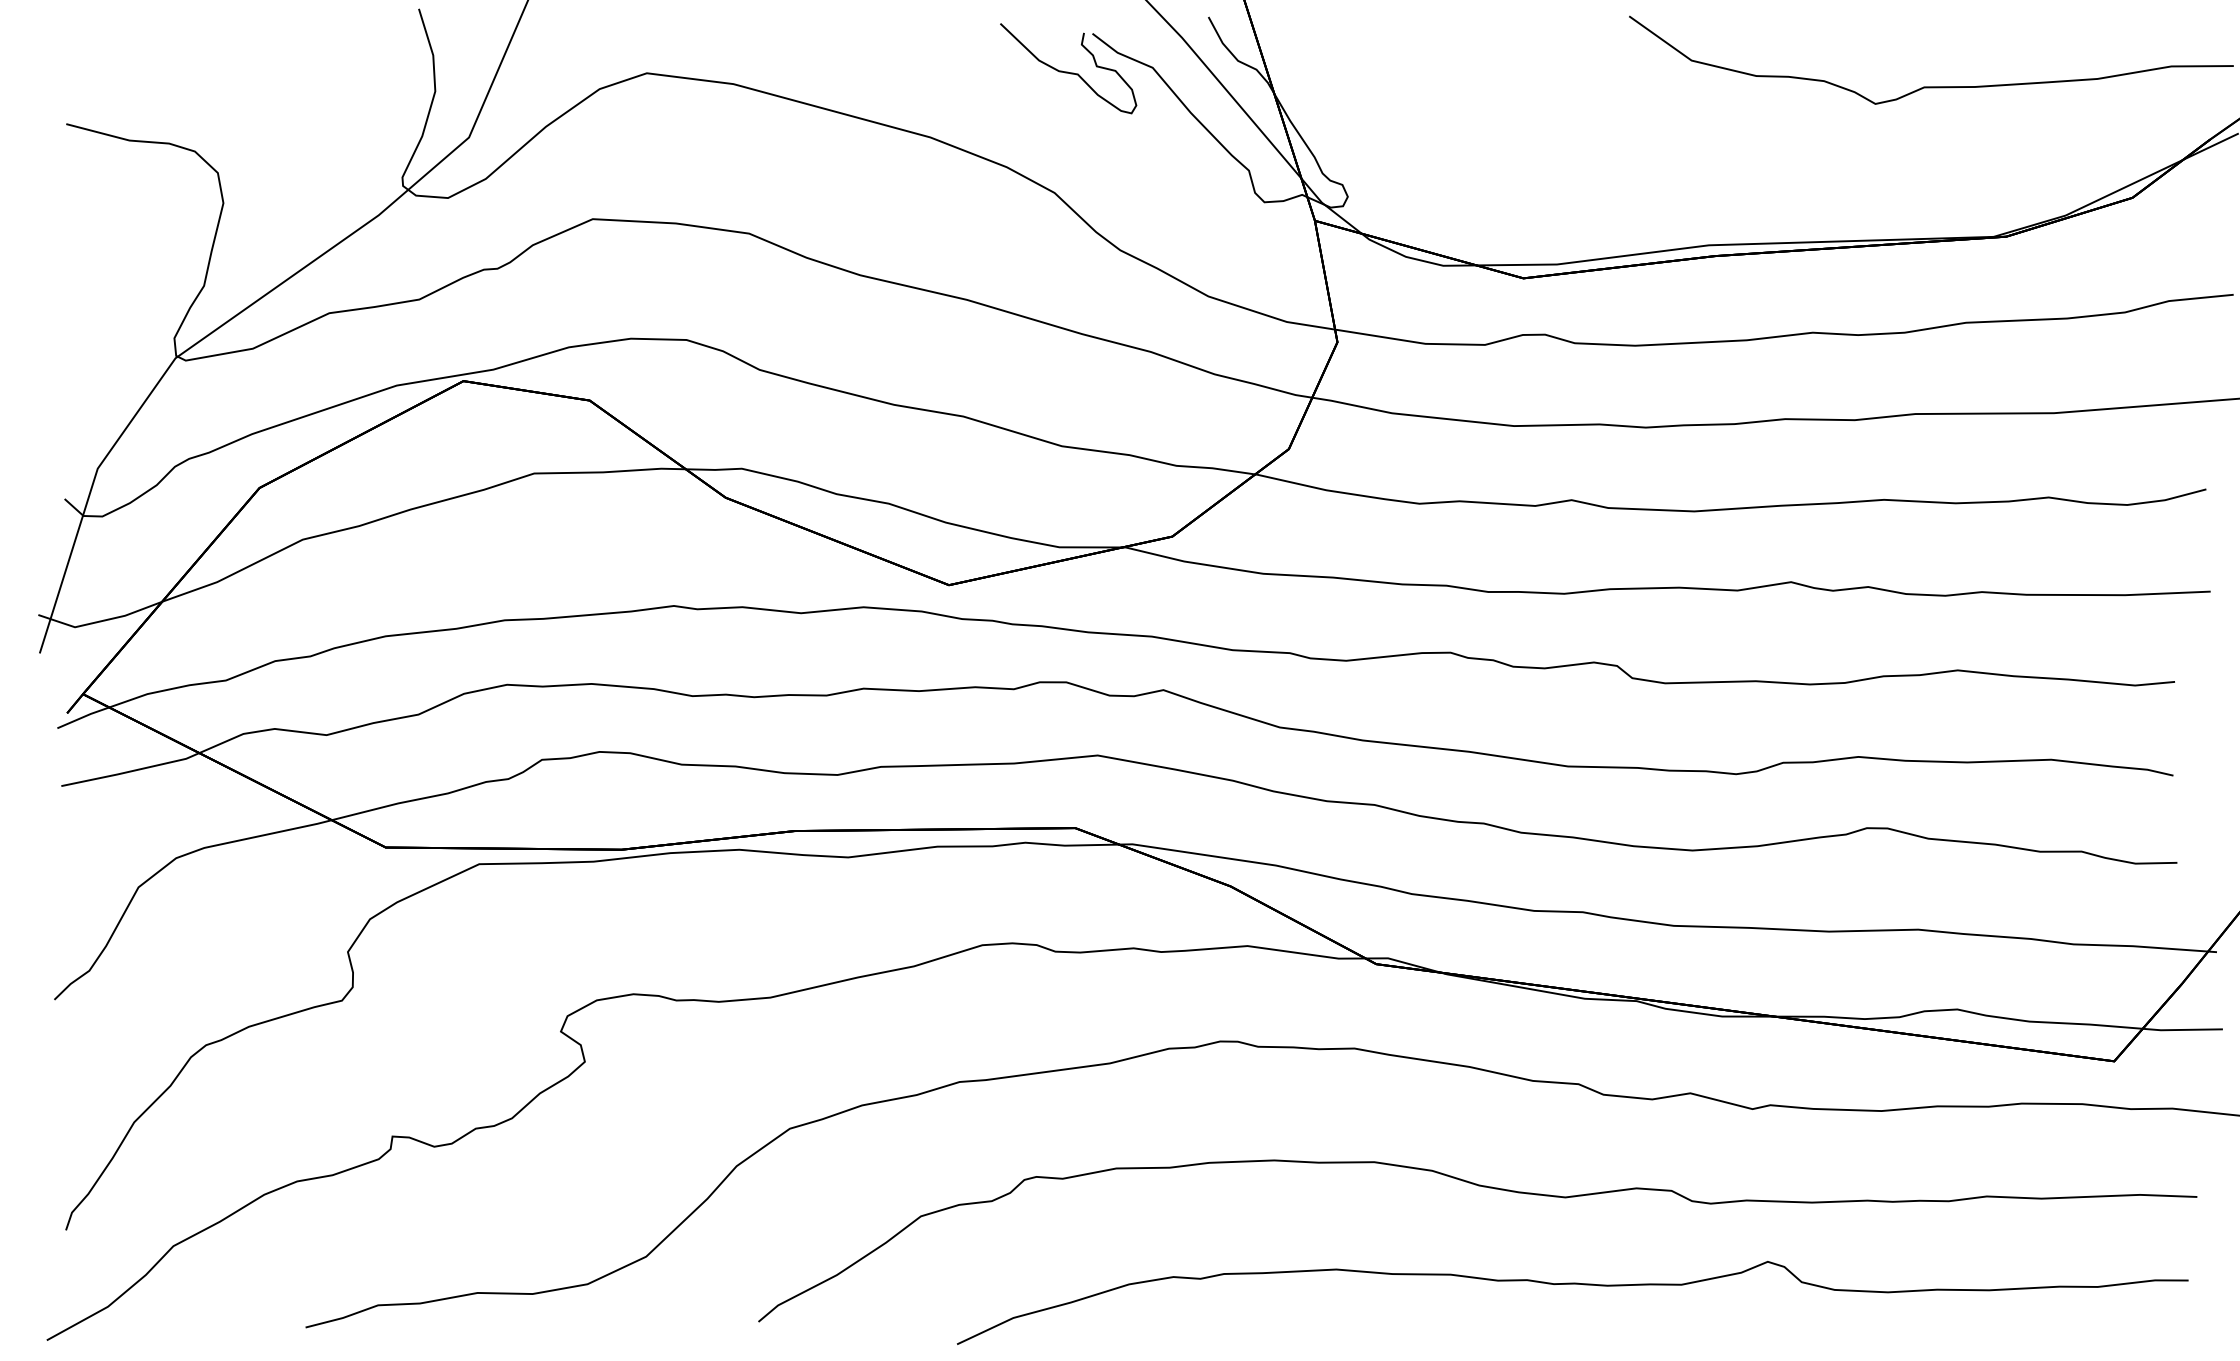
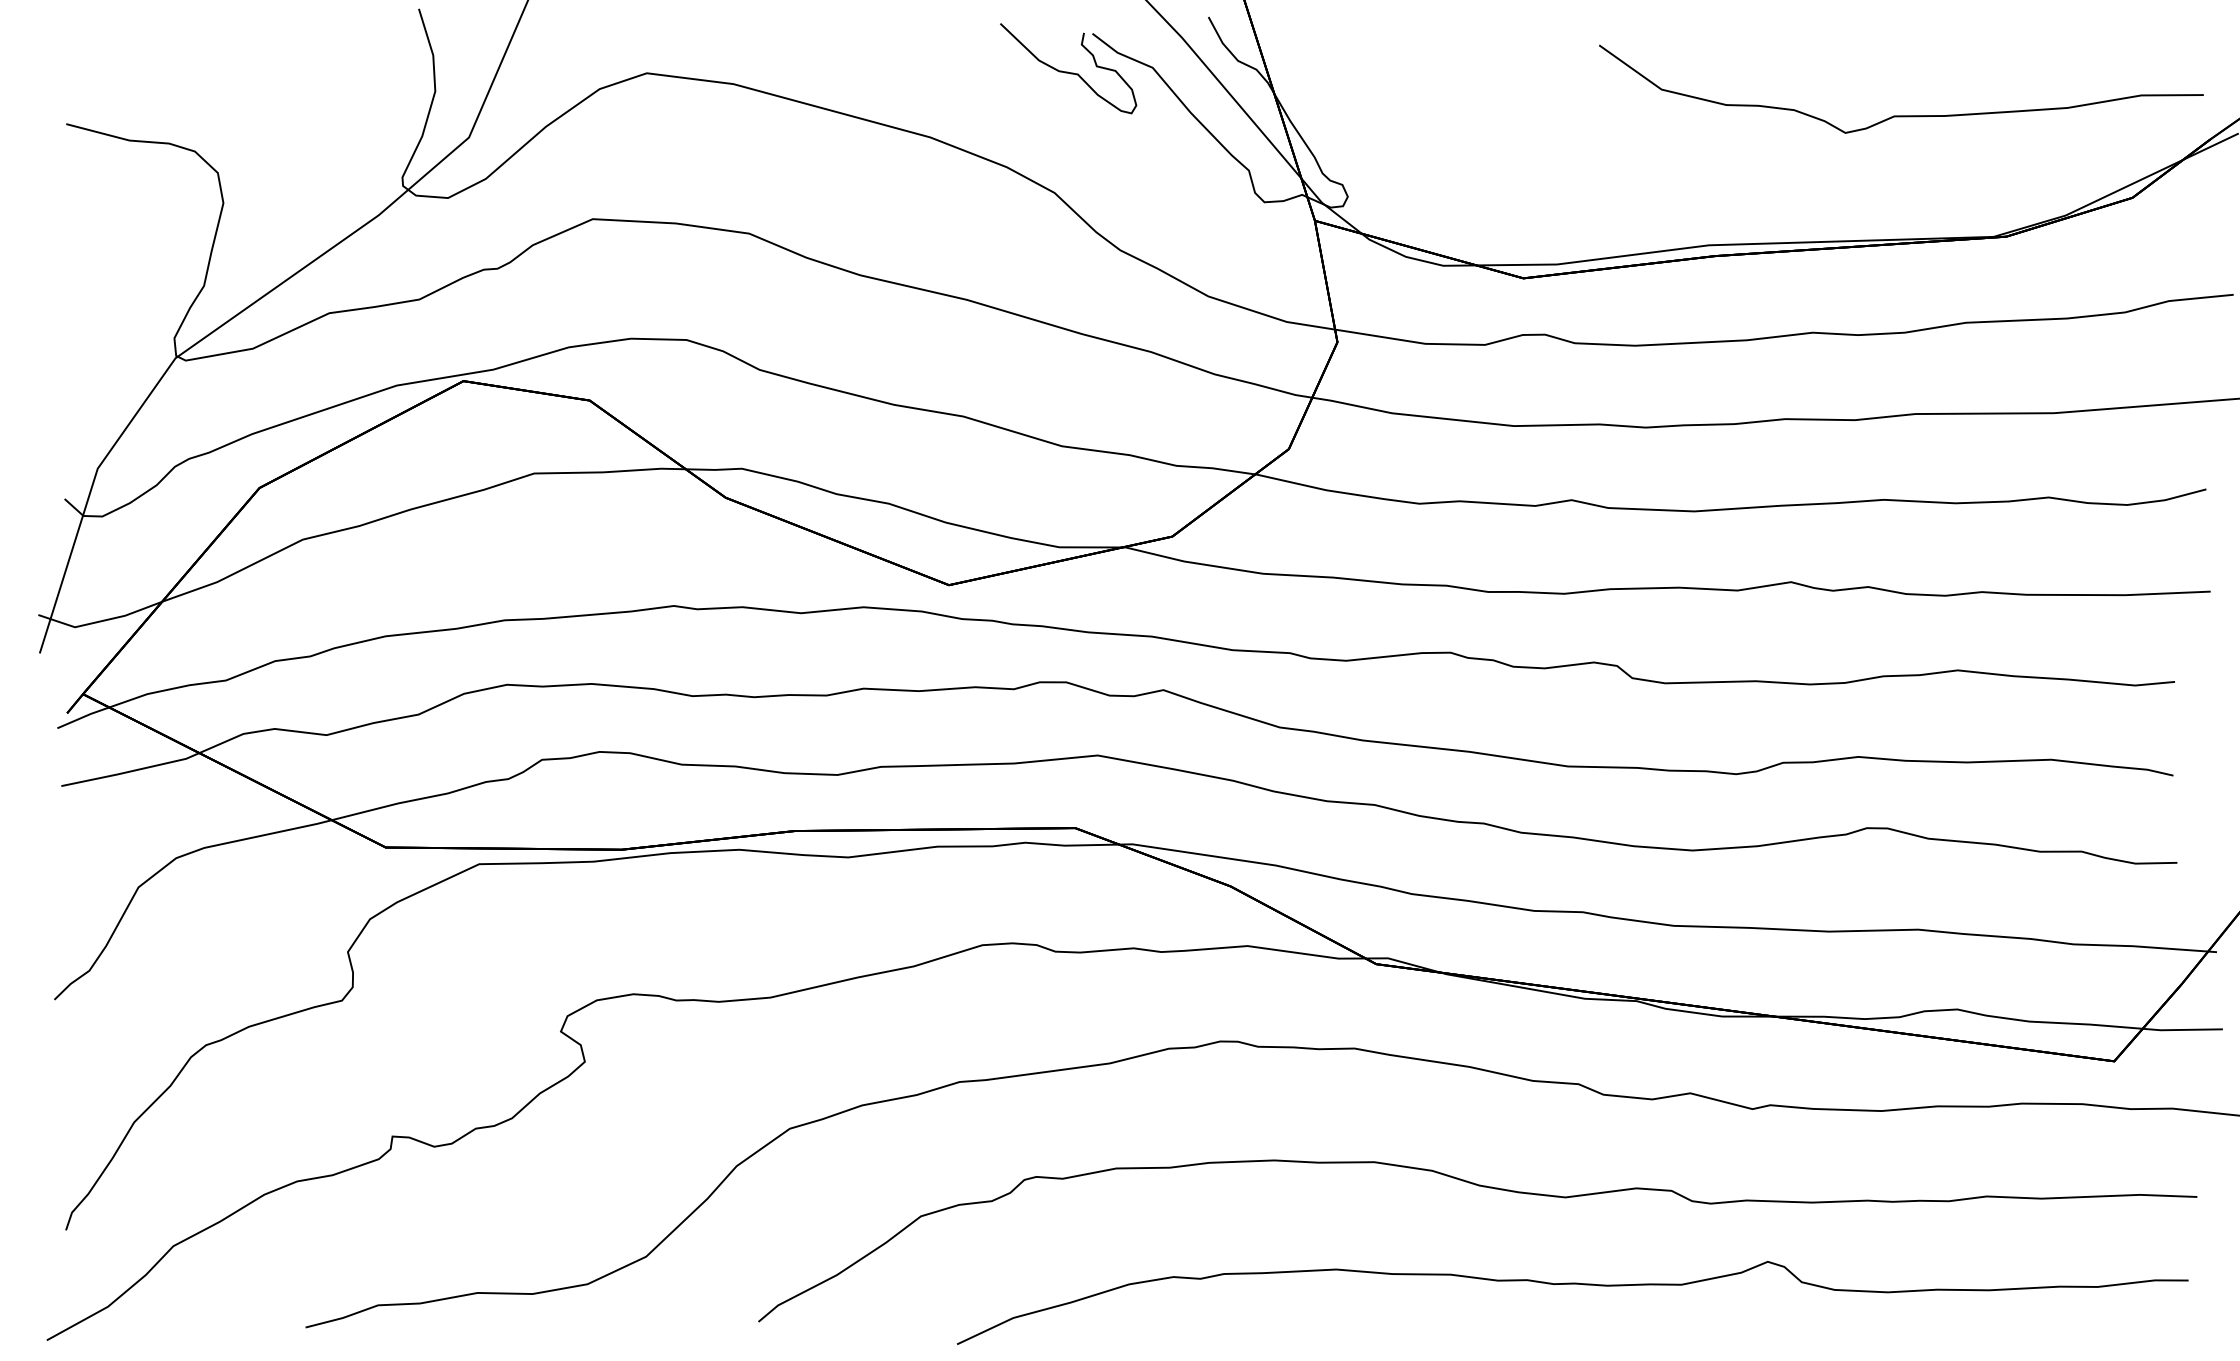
curve at (1931, 86) position: (1931, 86) -> (1901, 115)
